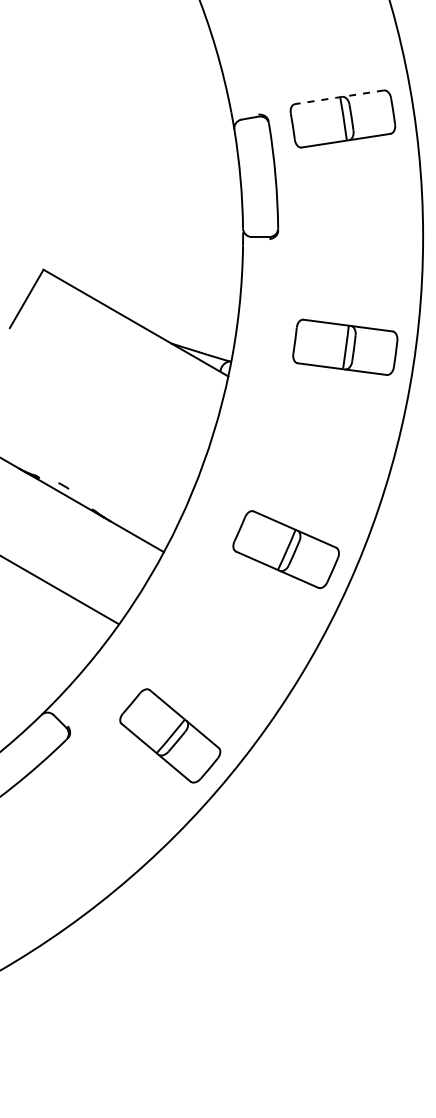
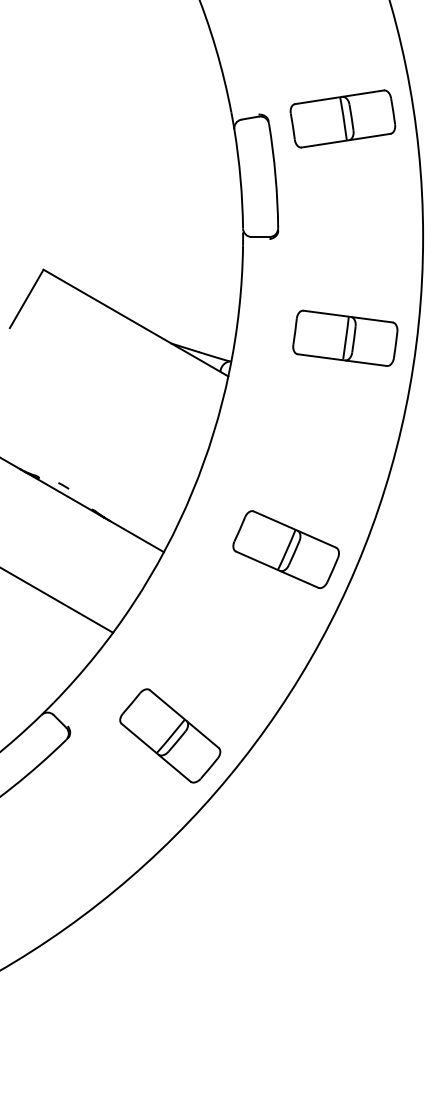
line at (339, 97): dashed -> solid
part at (345, 346) position: (345, 346) -> (345, 337)
line at (60, 590) position: (60, 590) -> (57, 600)
